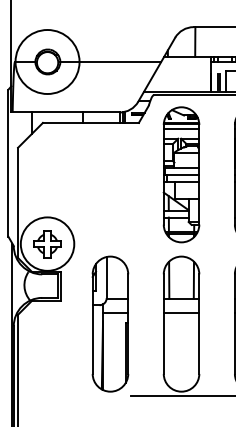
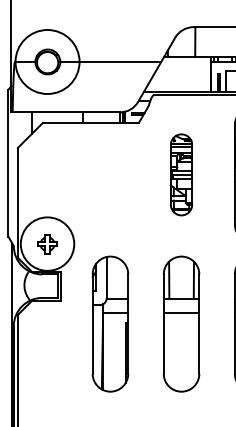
part at (181, 174) size: 39x138 px -> 25x84 px
part at (47, 244) size: 29x29 px -> 21x21 px
line at (181, 396): present -> none
